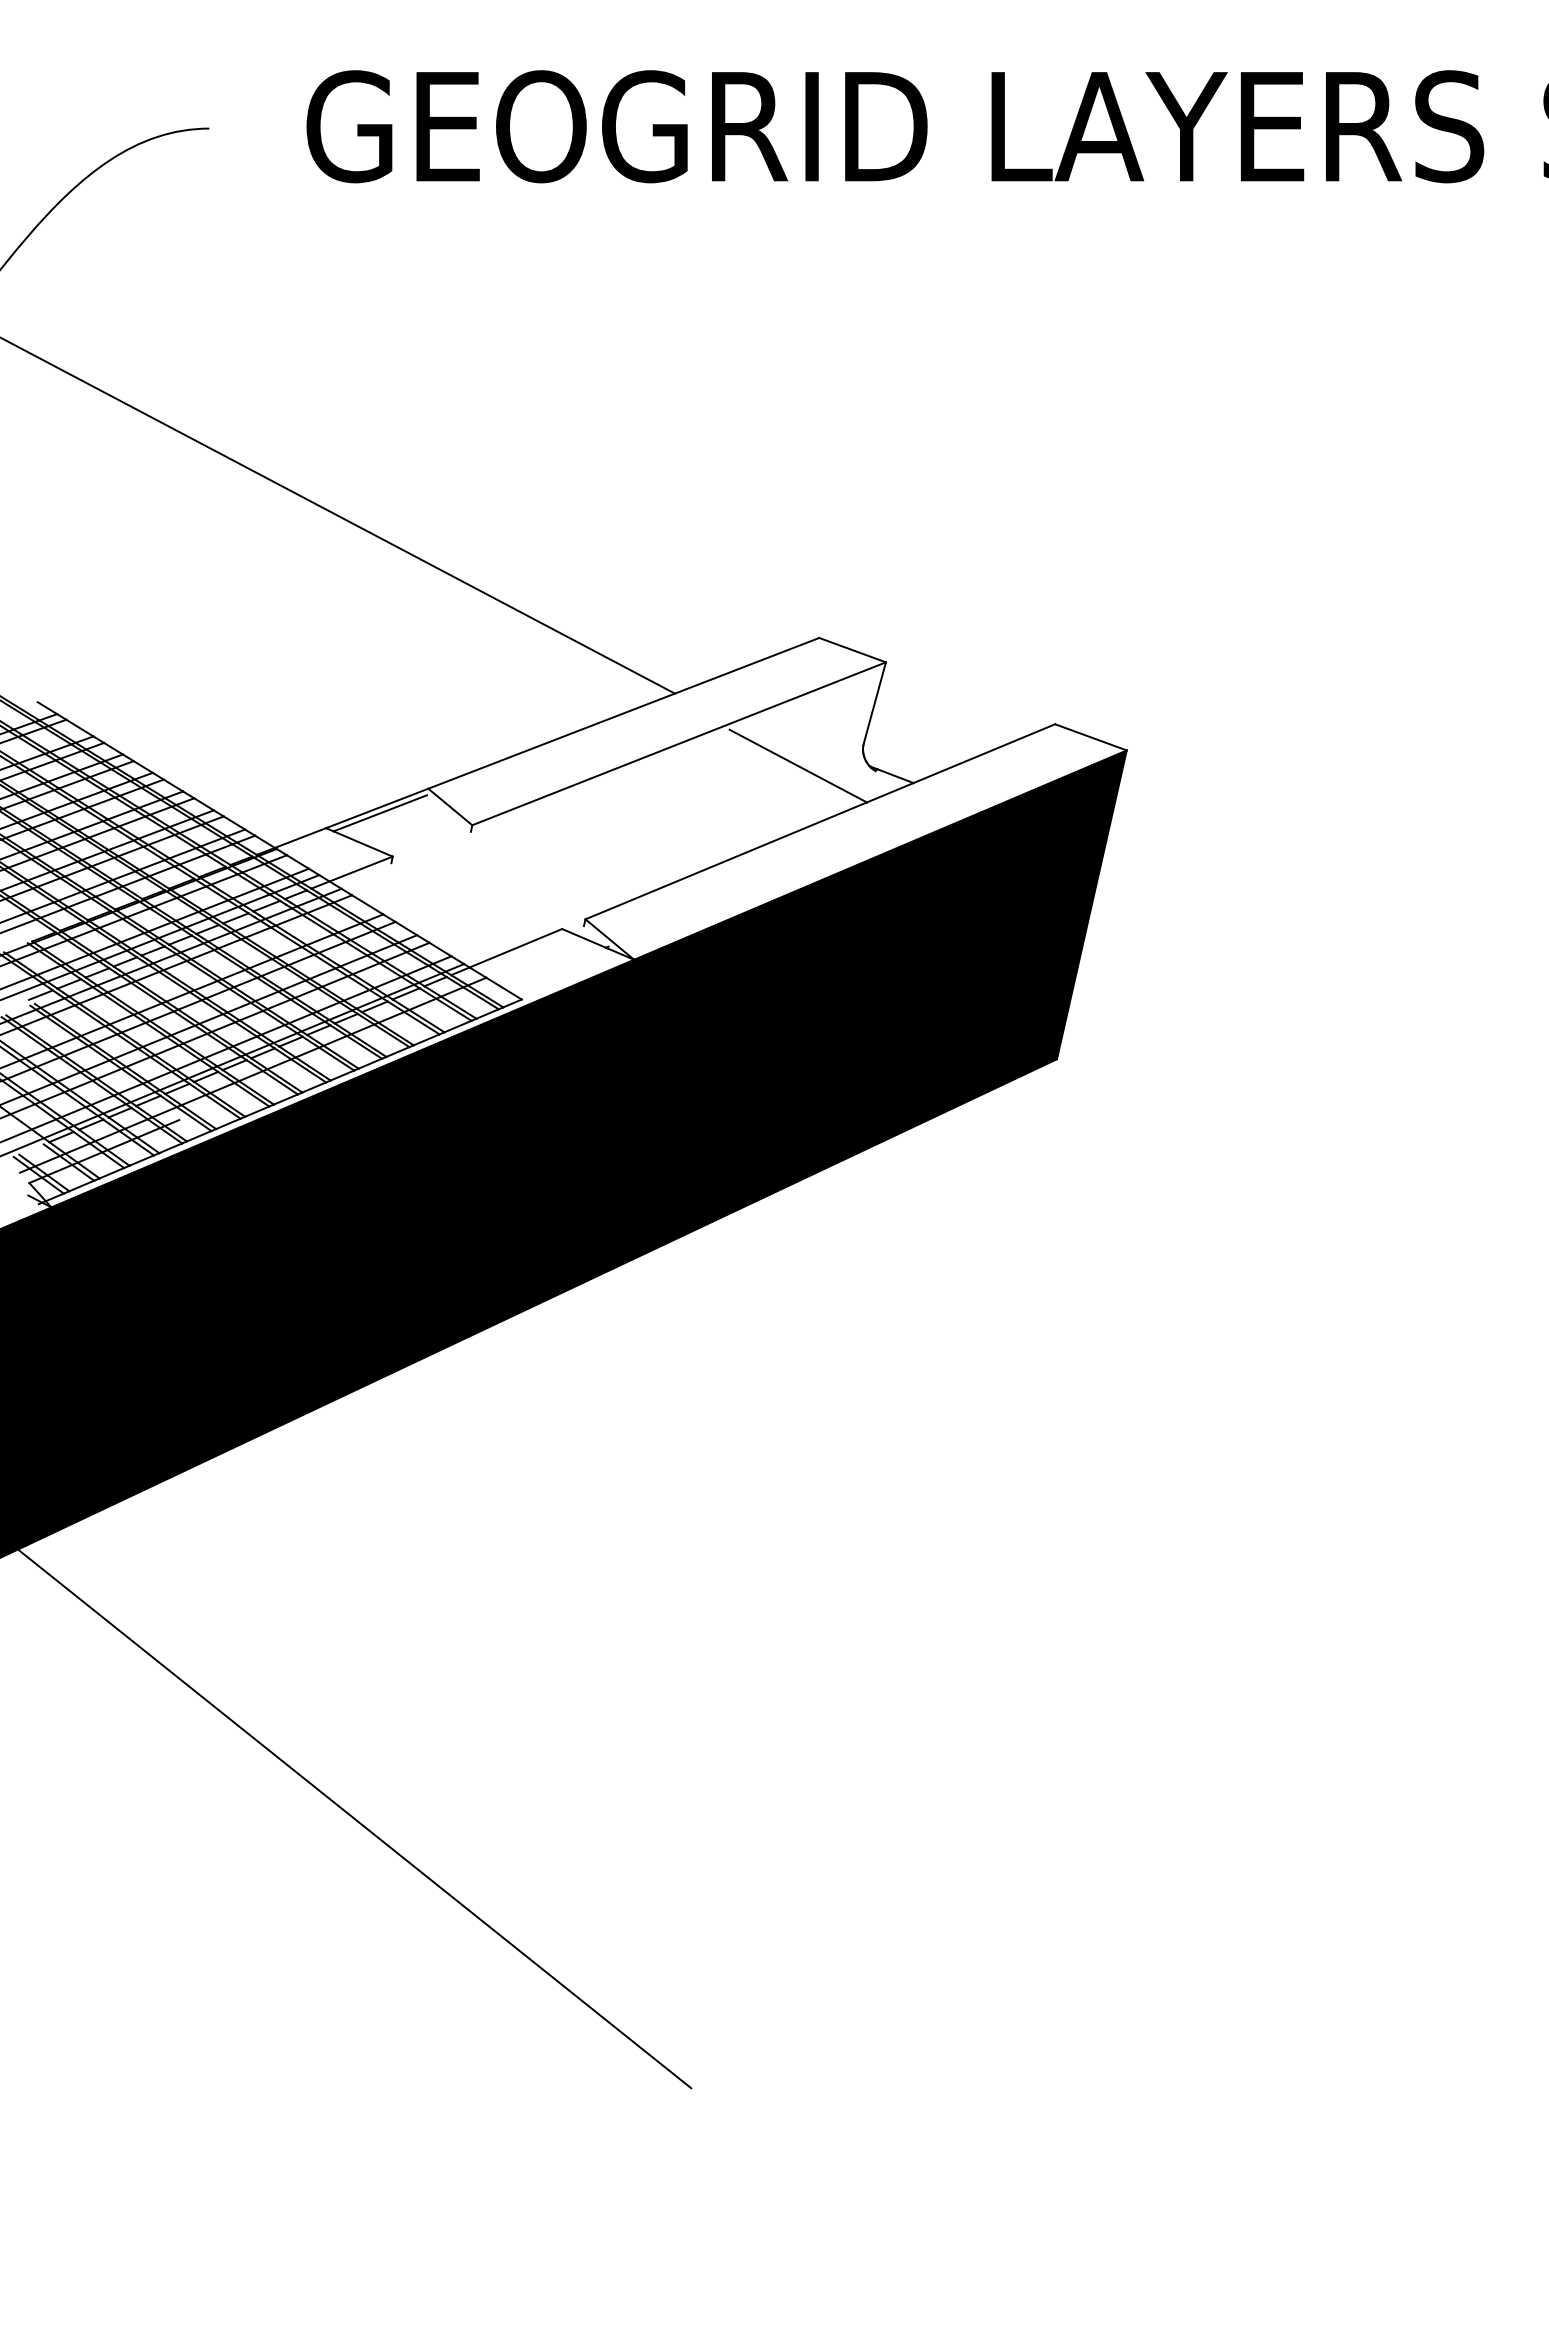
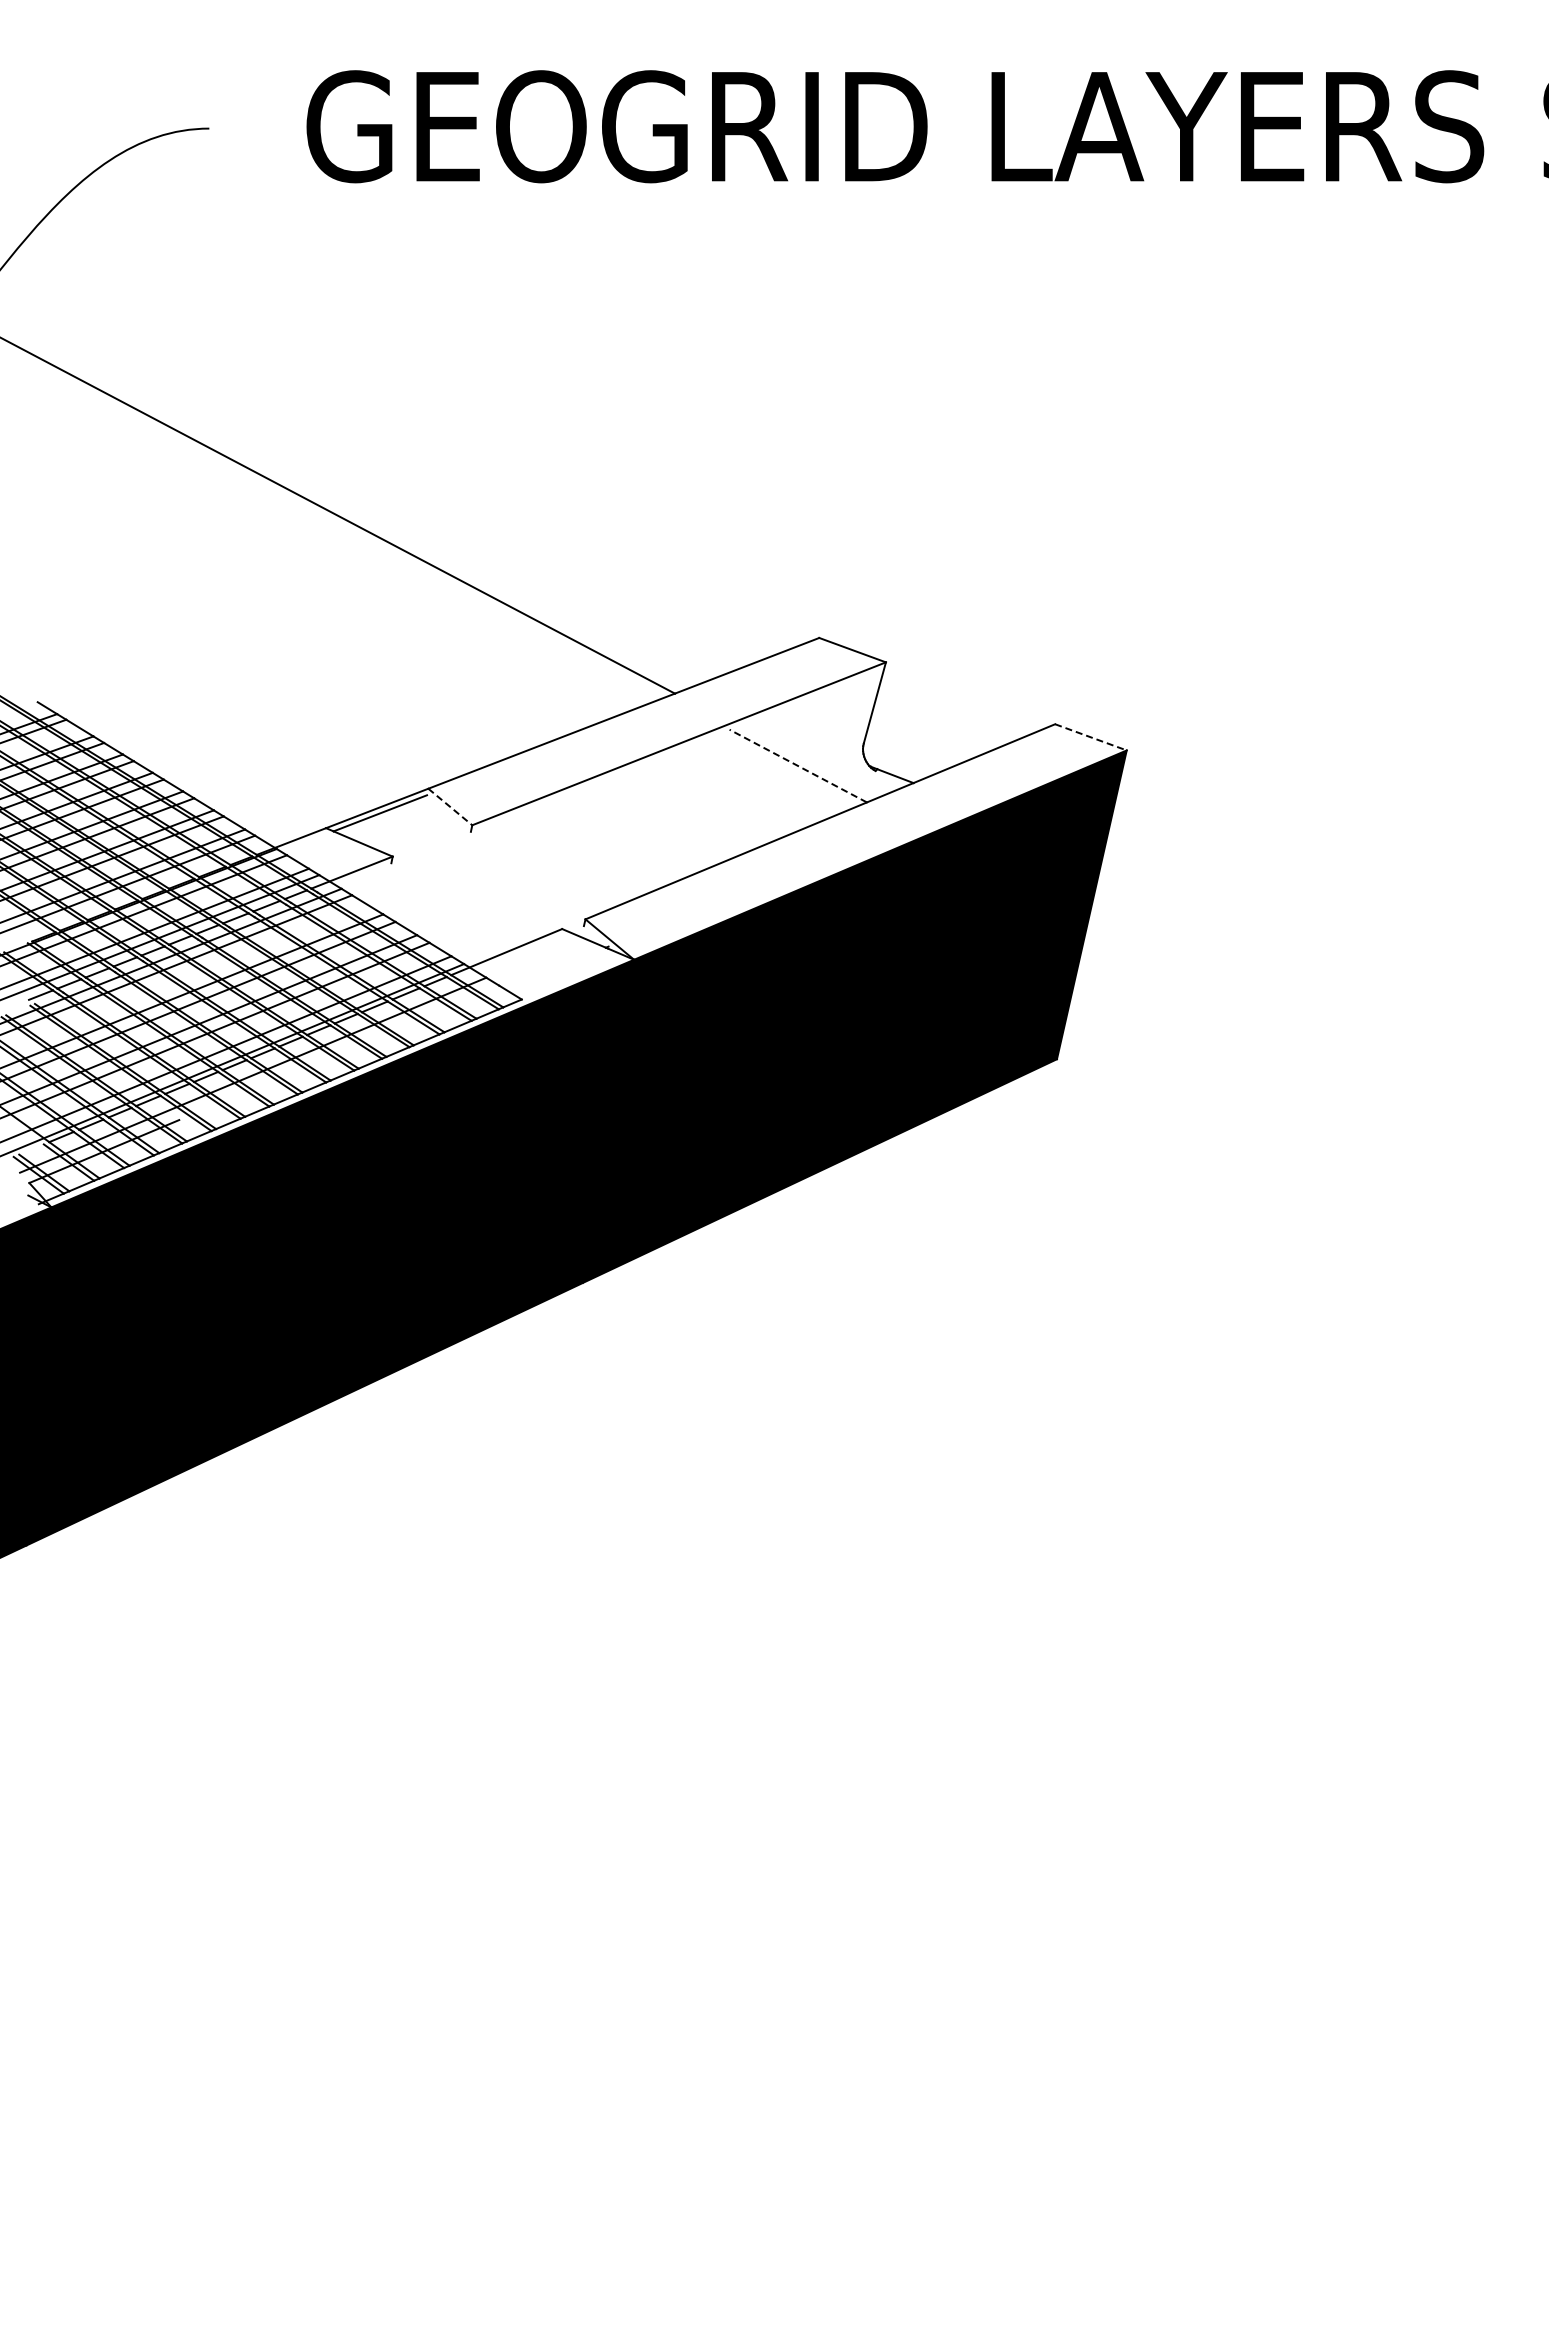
line at (1091, 737): solid -> dashed
line at (798, 766): solid -> dashed
line at (450, 807): solid -> dashed
line at (346, 1812): present -> none
